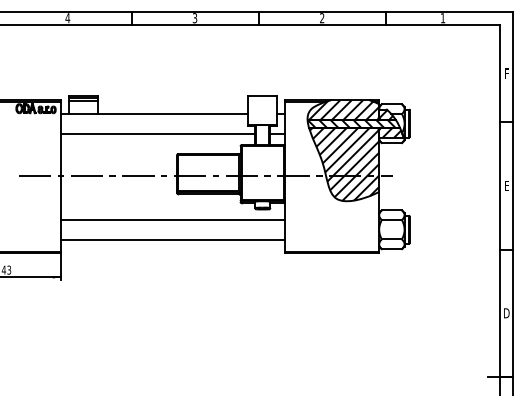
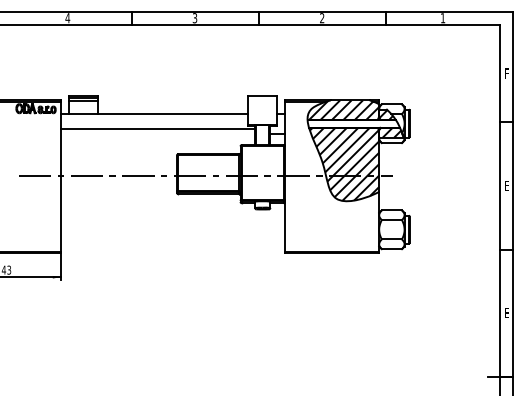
hatch at (351, 123): present -> none
line at (158, 133) position: (158, 133) -> (158, 128)
line at (173, 219): present -> none
line at (173, 239): present -> none
text at (506, 313): D -> E
